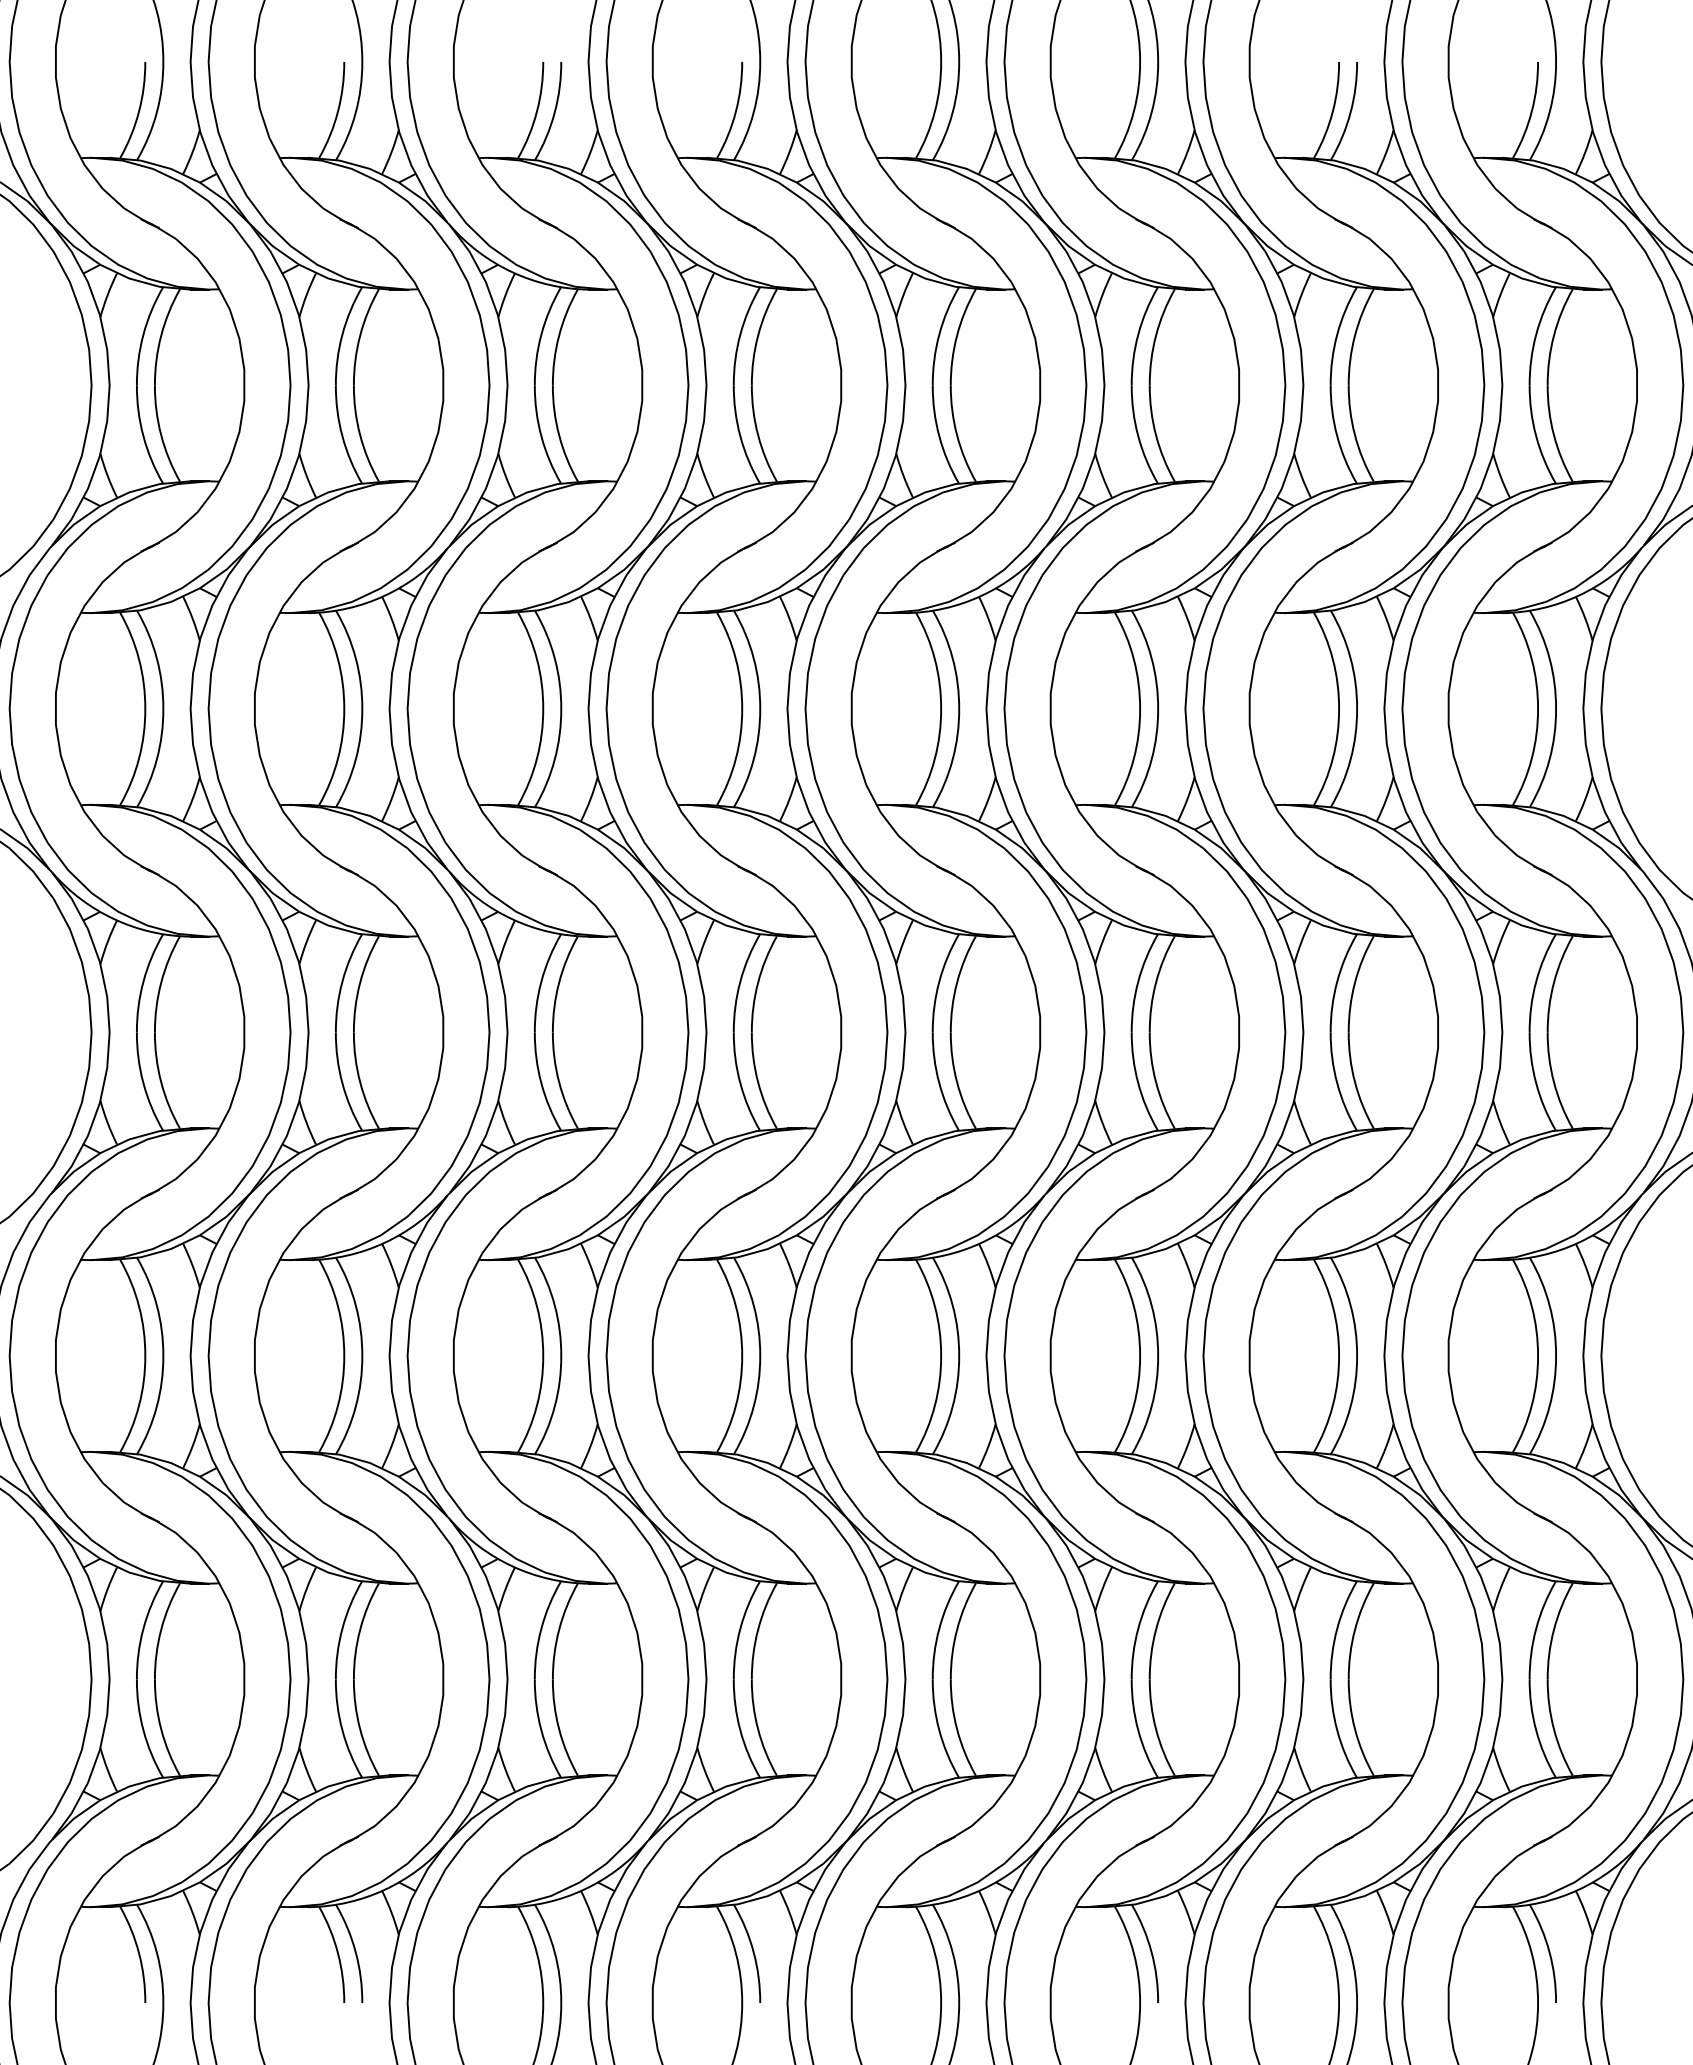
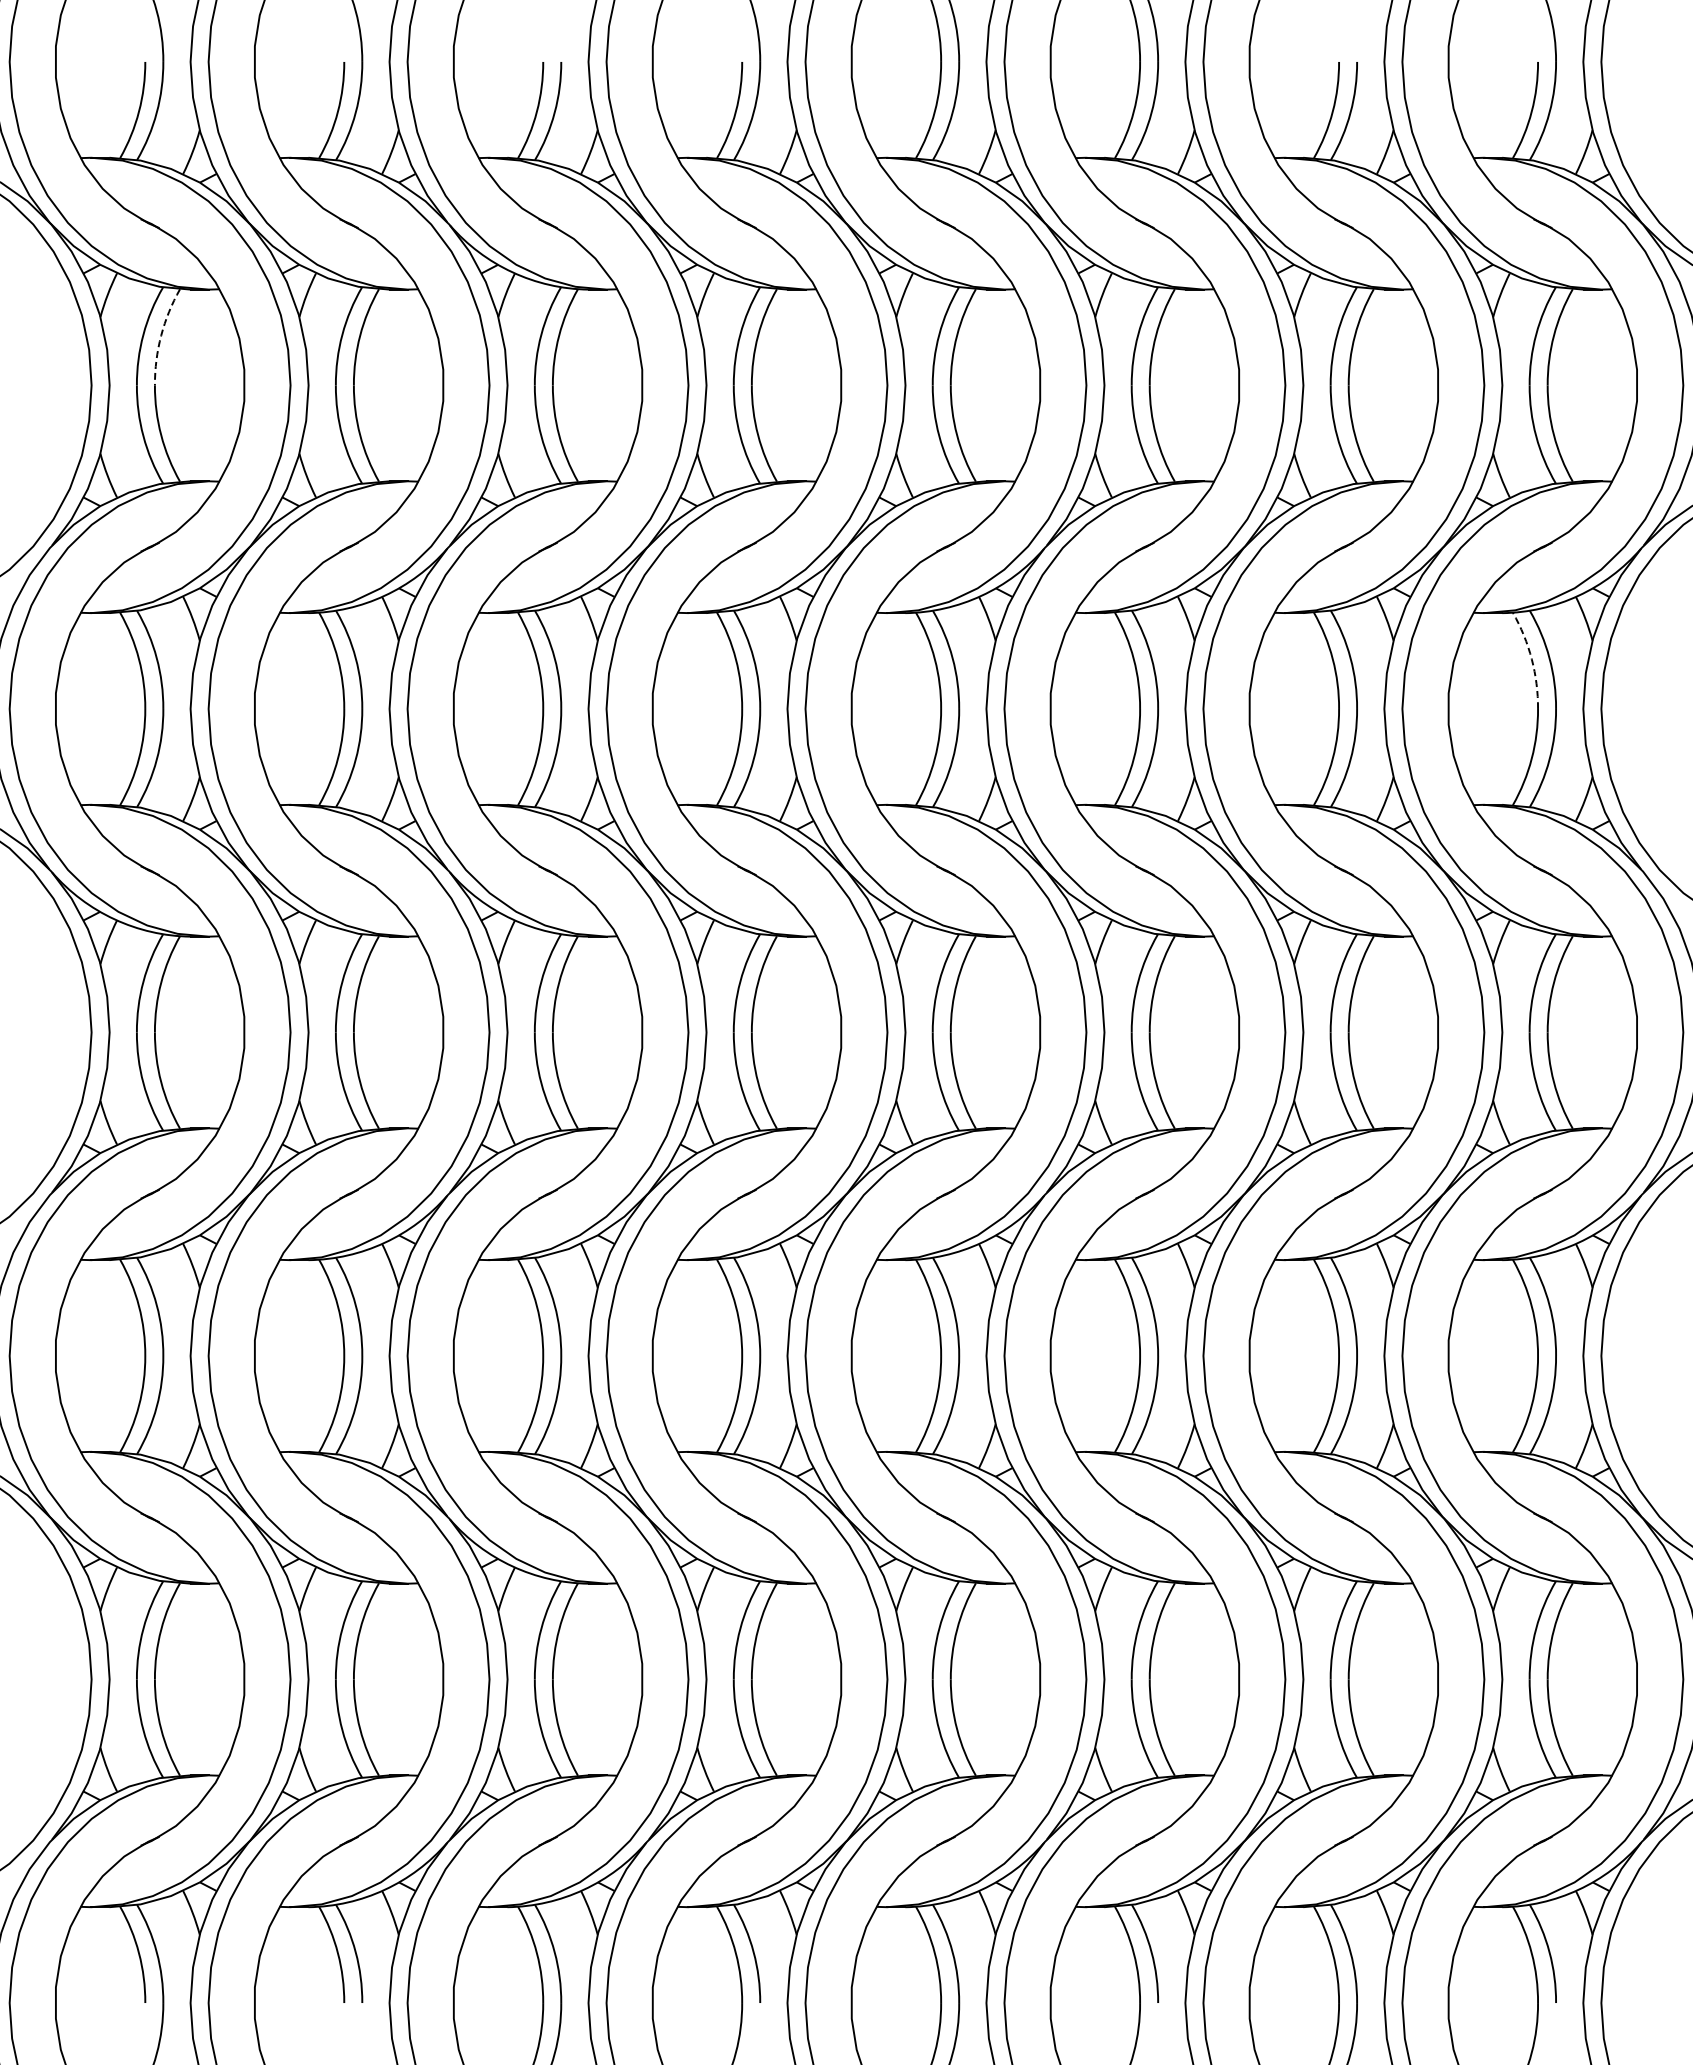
arc at (161, 335): solid -> dashed
arc at (1531, 659): solid -> dashed
